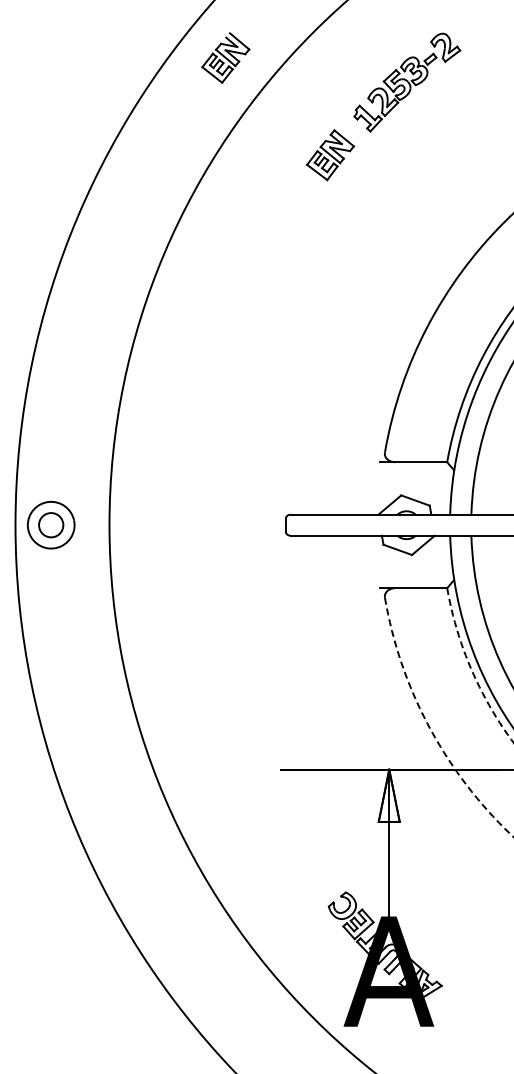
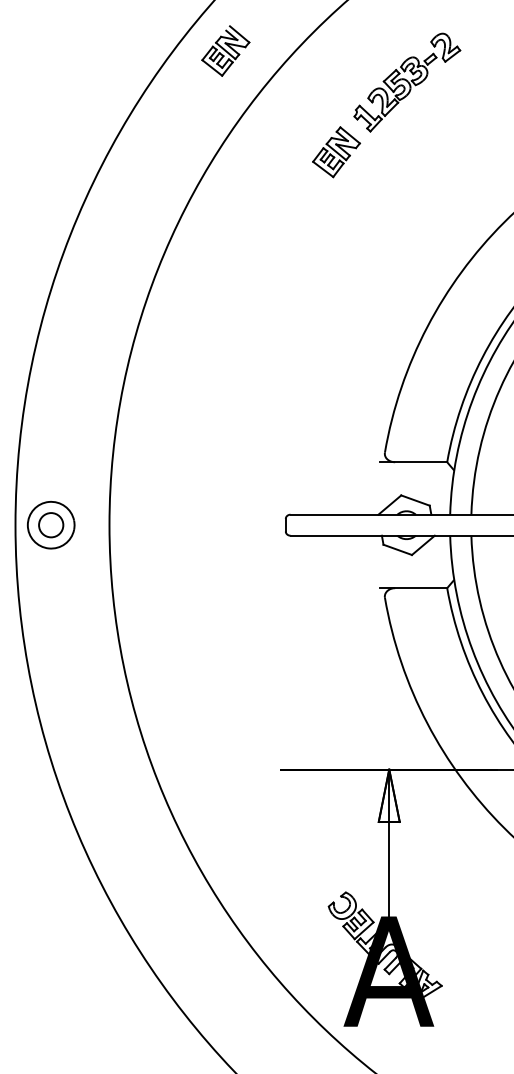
part at (225, 57) position: (225, 57) -> (225, 50)
part at (330, 155) position: (330, 155) -> (336, 152)
arc at (471, 669): dashed -> solid
arc at (430, 729): dashed -> solid
